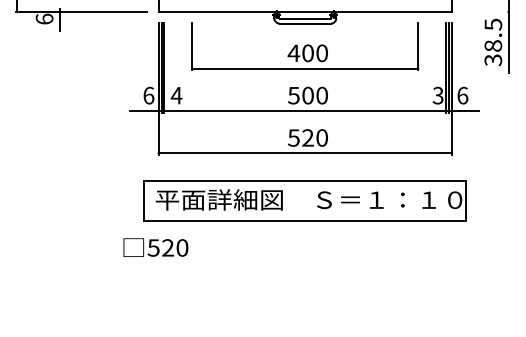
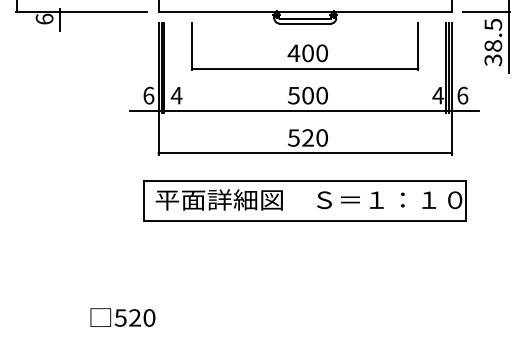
line at (486, 12): none -> present
text at (438, 95): 3 -> 4
text at (155, 247) position: (155, 247) -> (122, 317)
